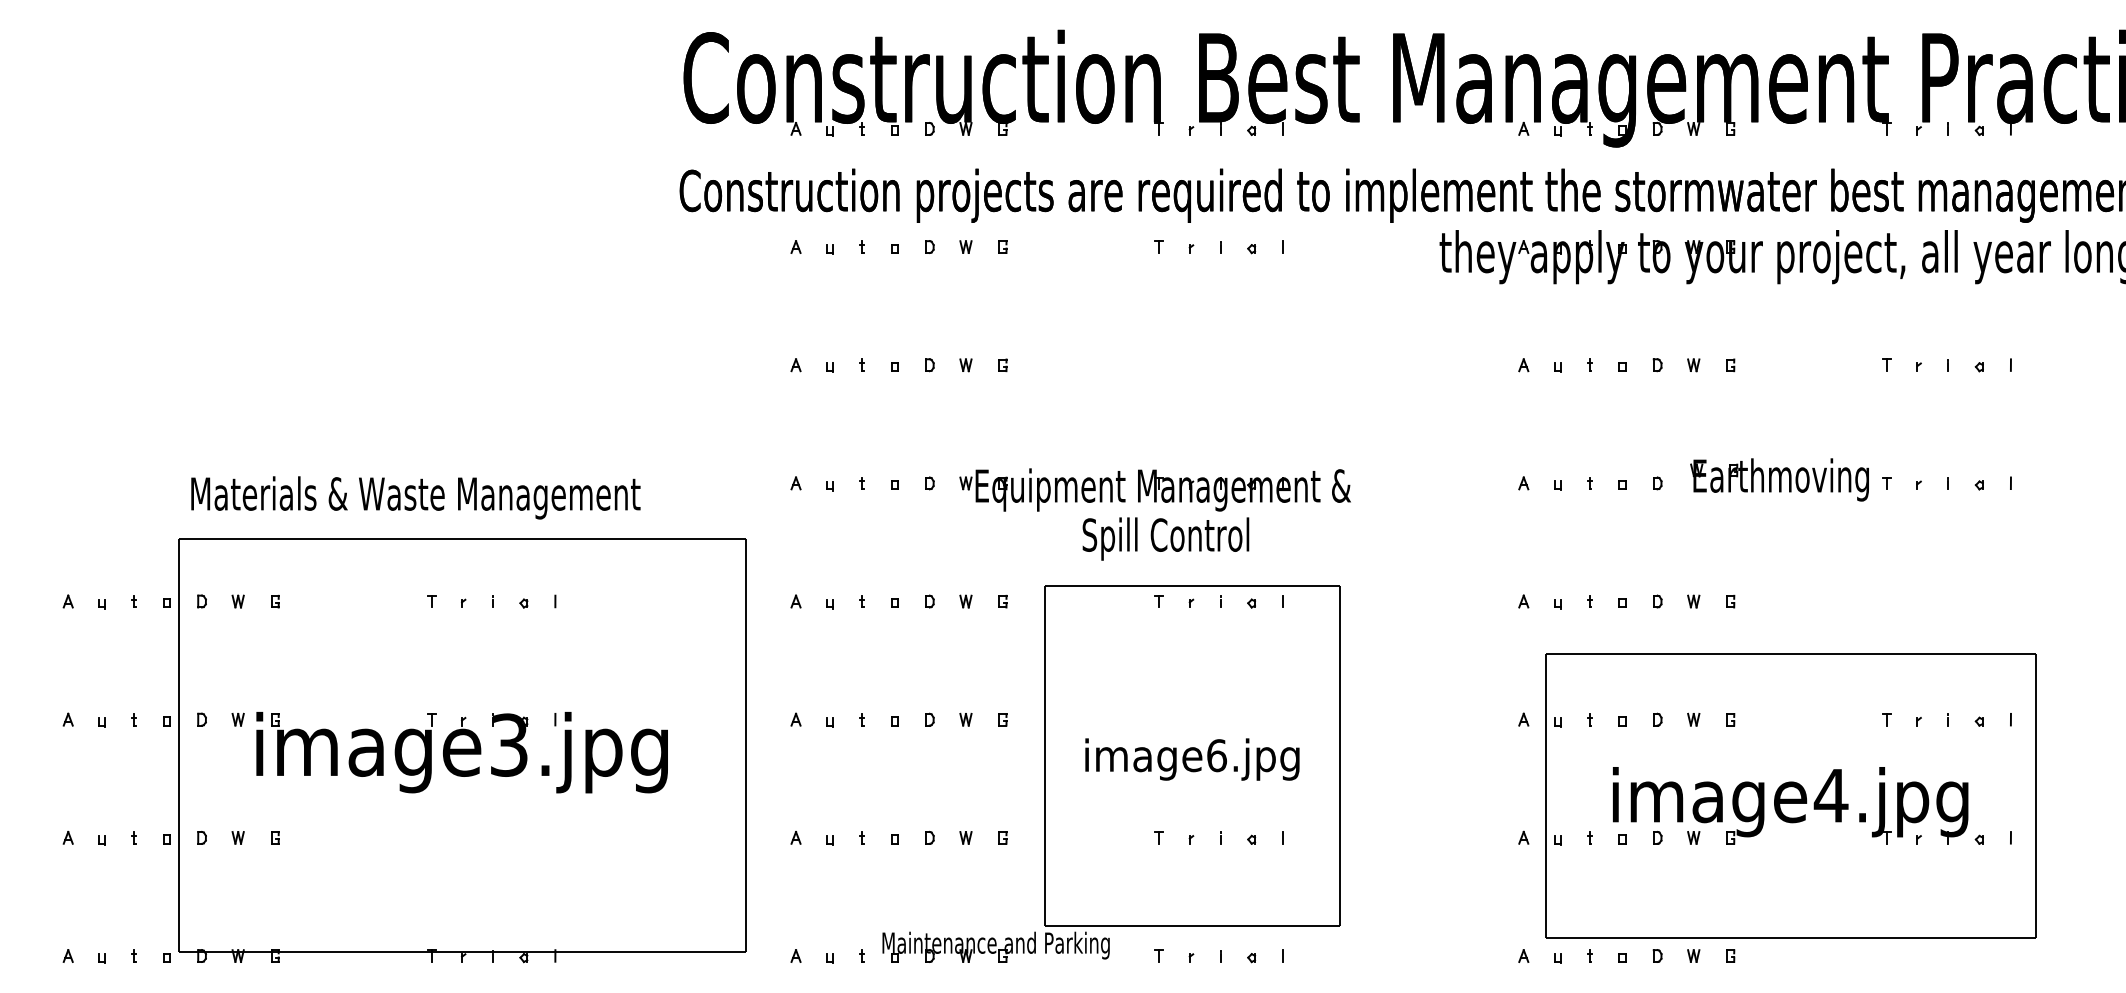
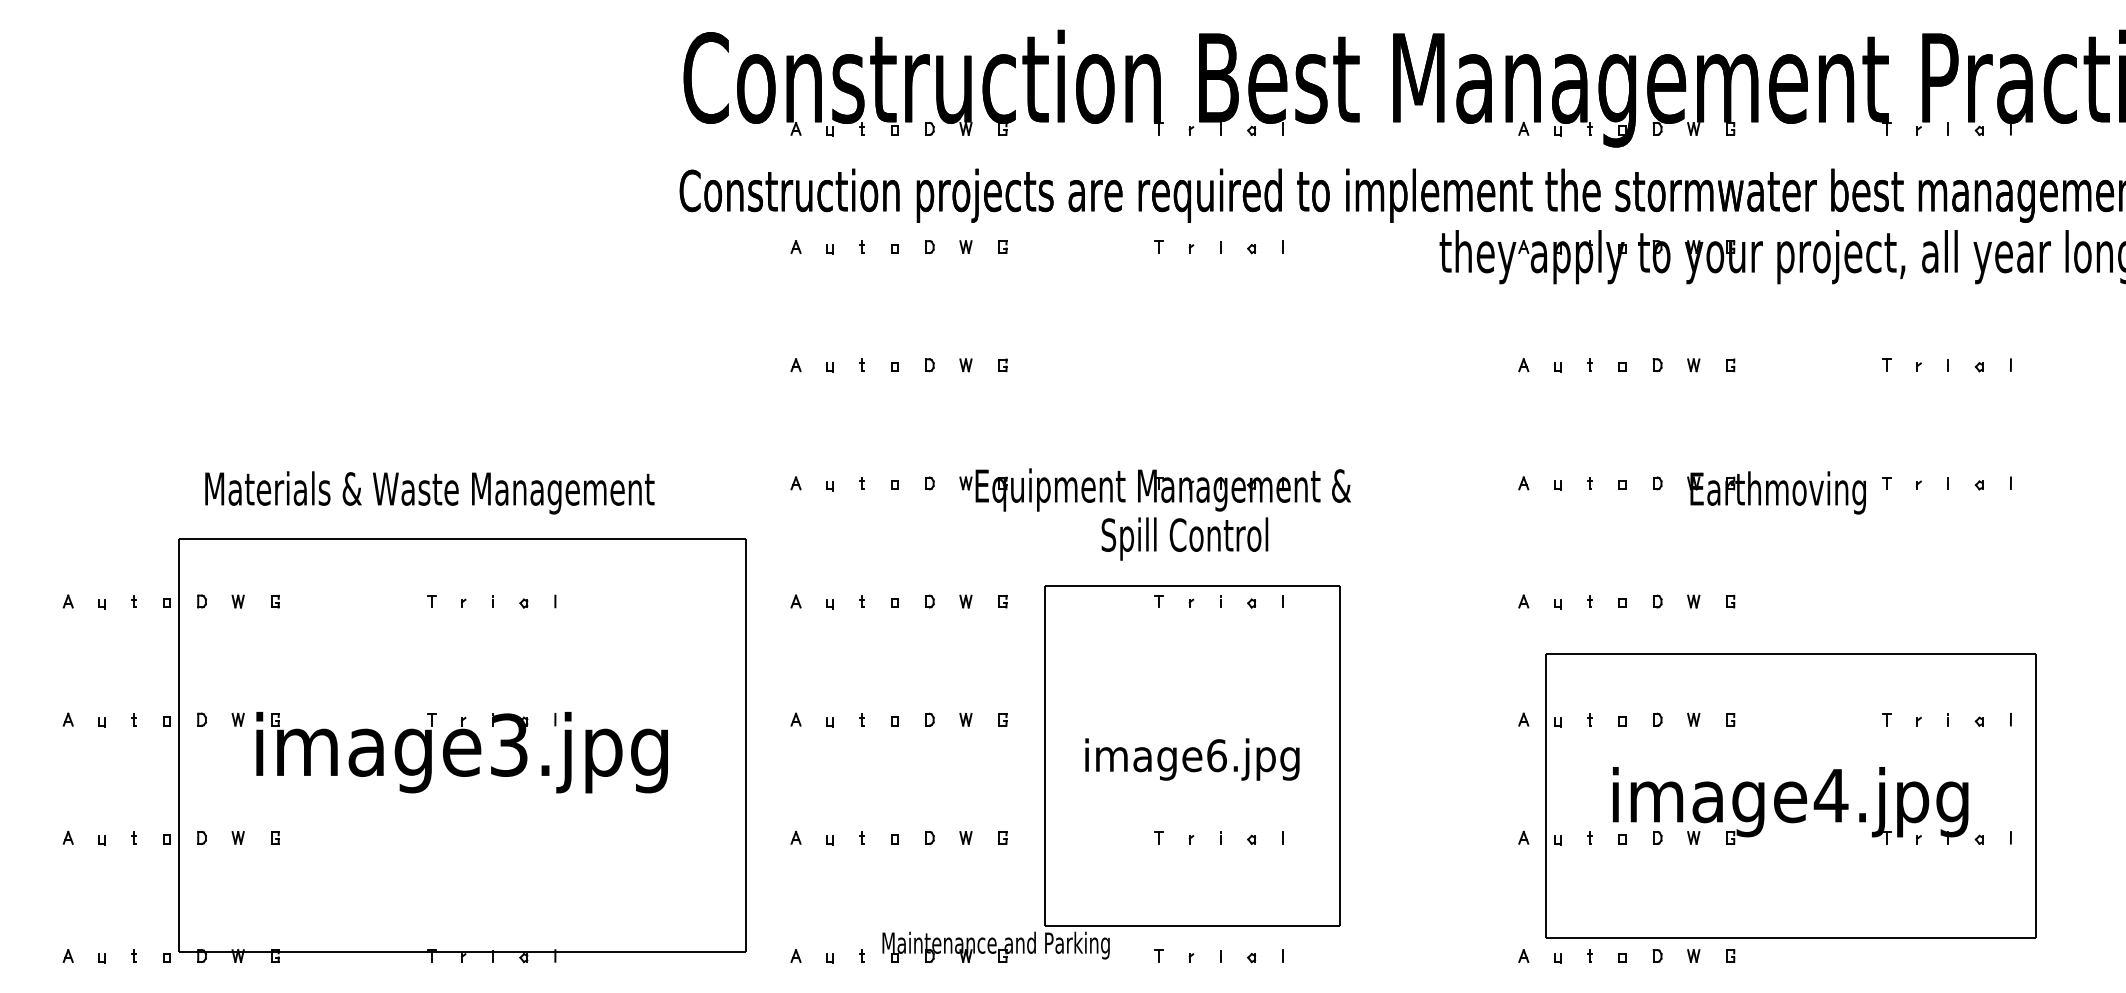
part at (1779, 479) position: (1779, 479) -> (1776, 492)
text at (415, 497) position: (415, 497) -> (429, 492)
text at (1165, 538) position: (1165, 538) -> (1184, 538)
